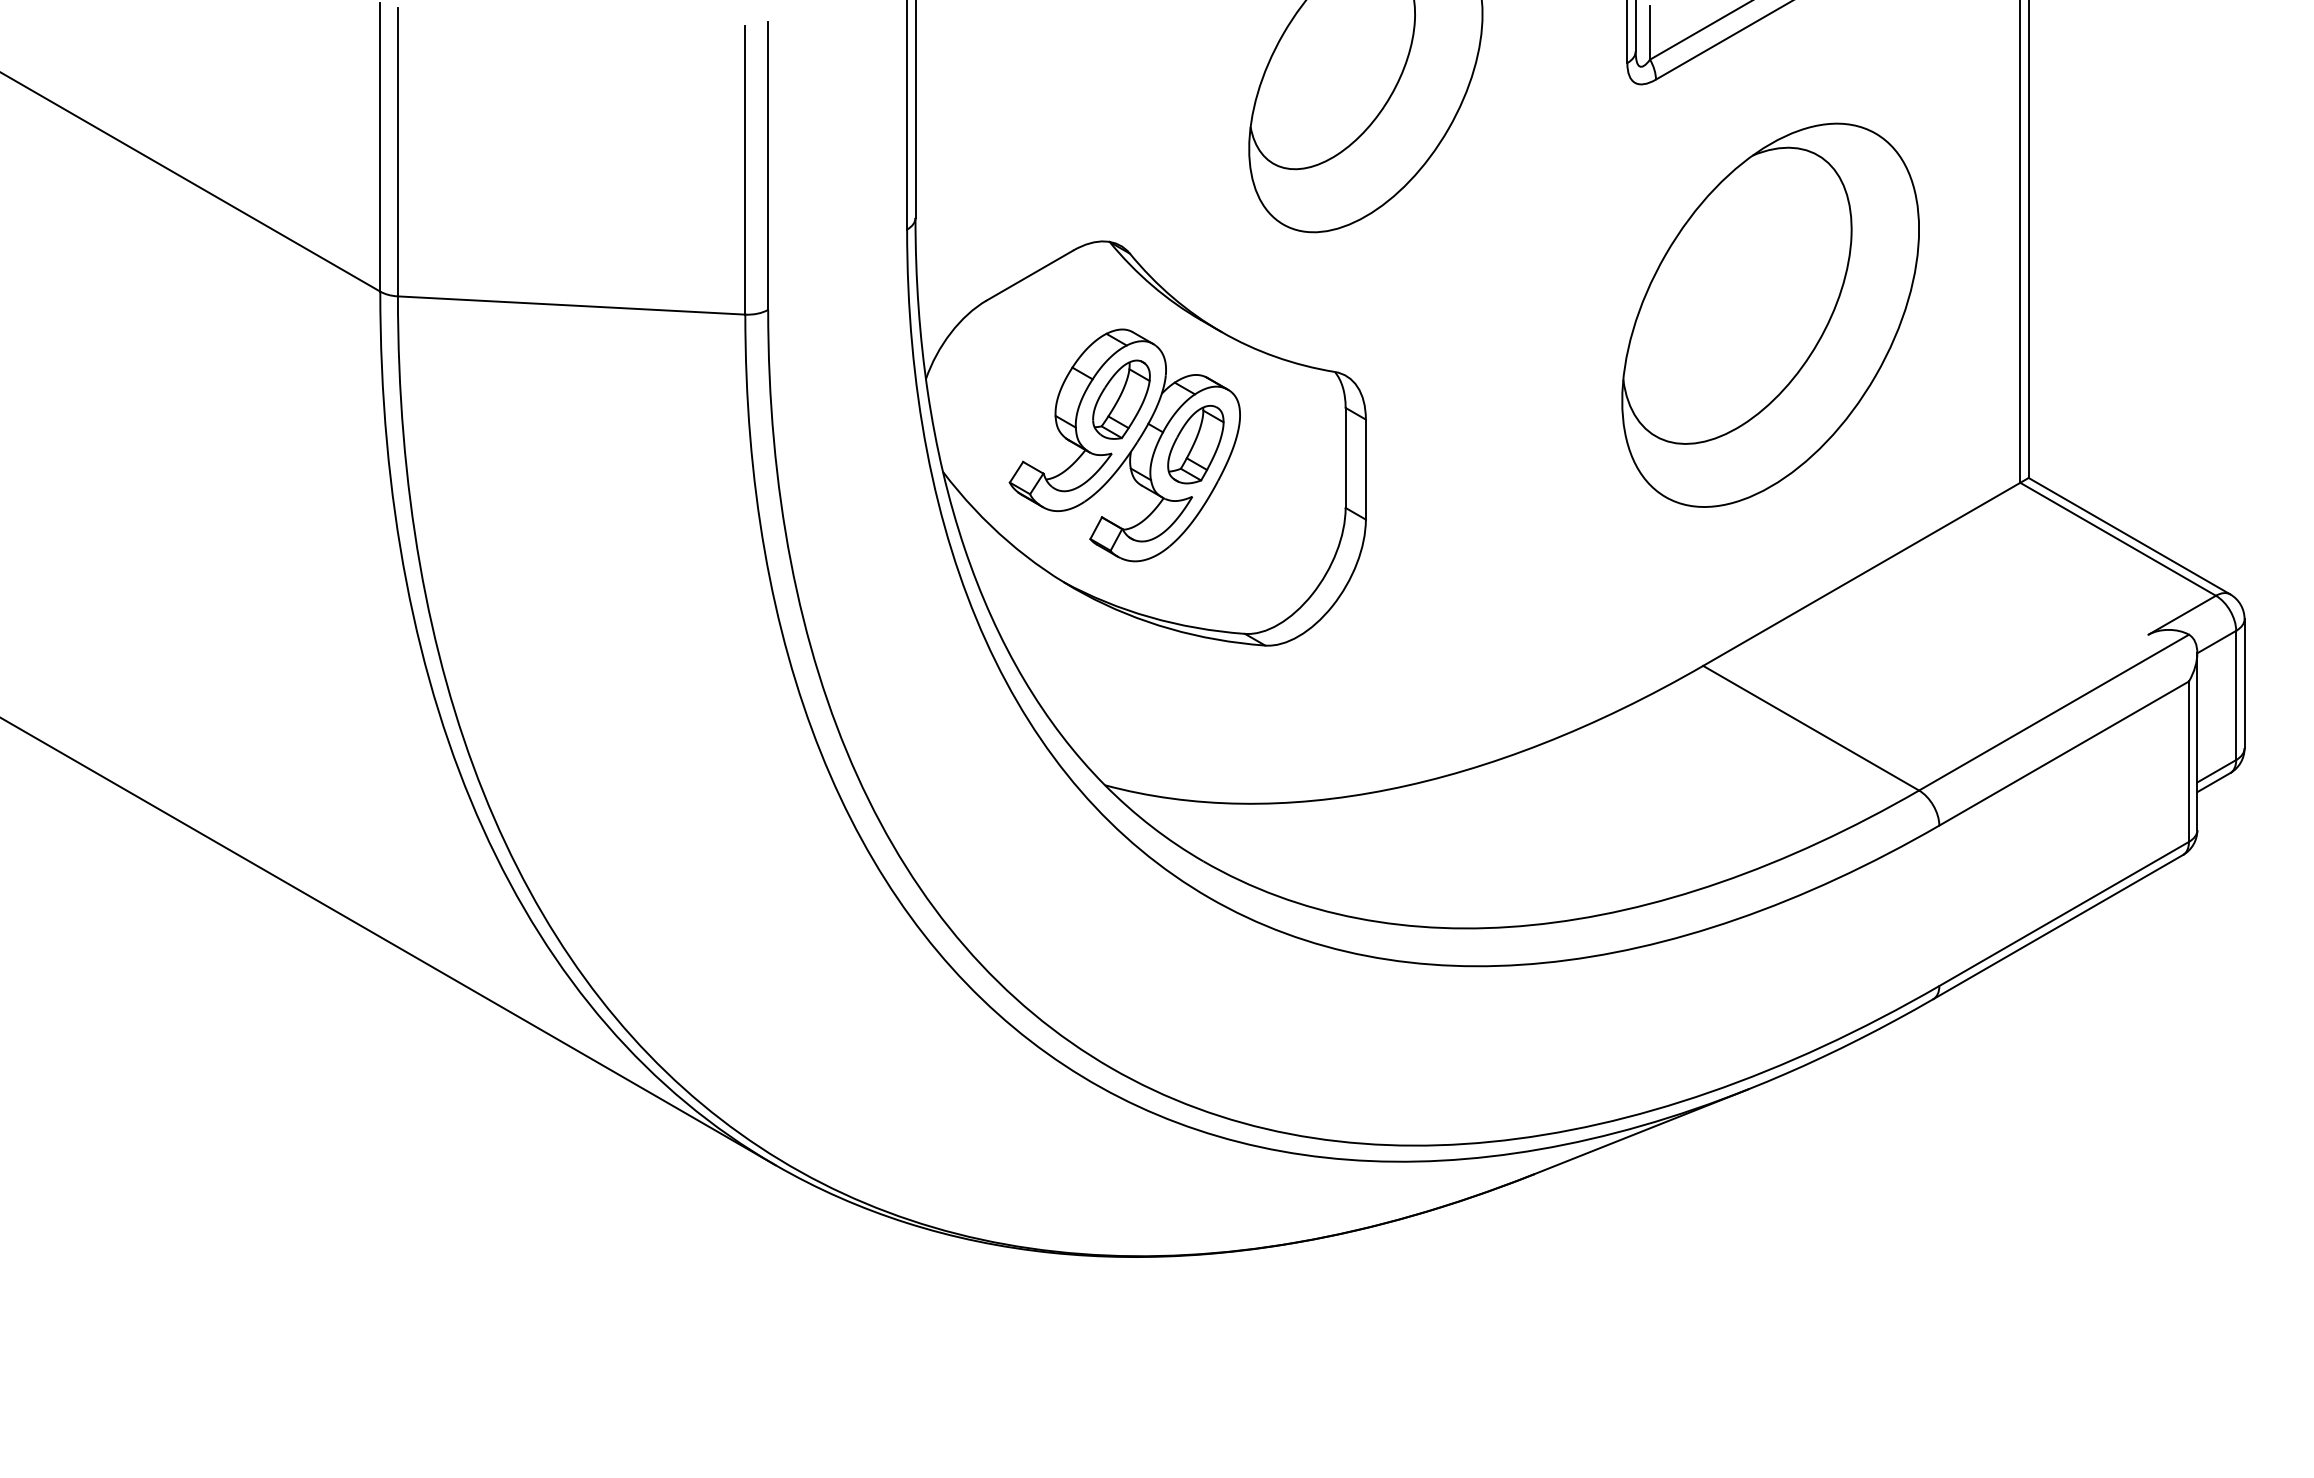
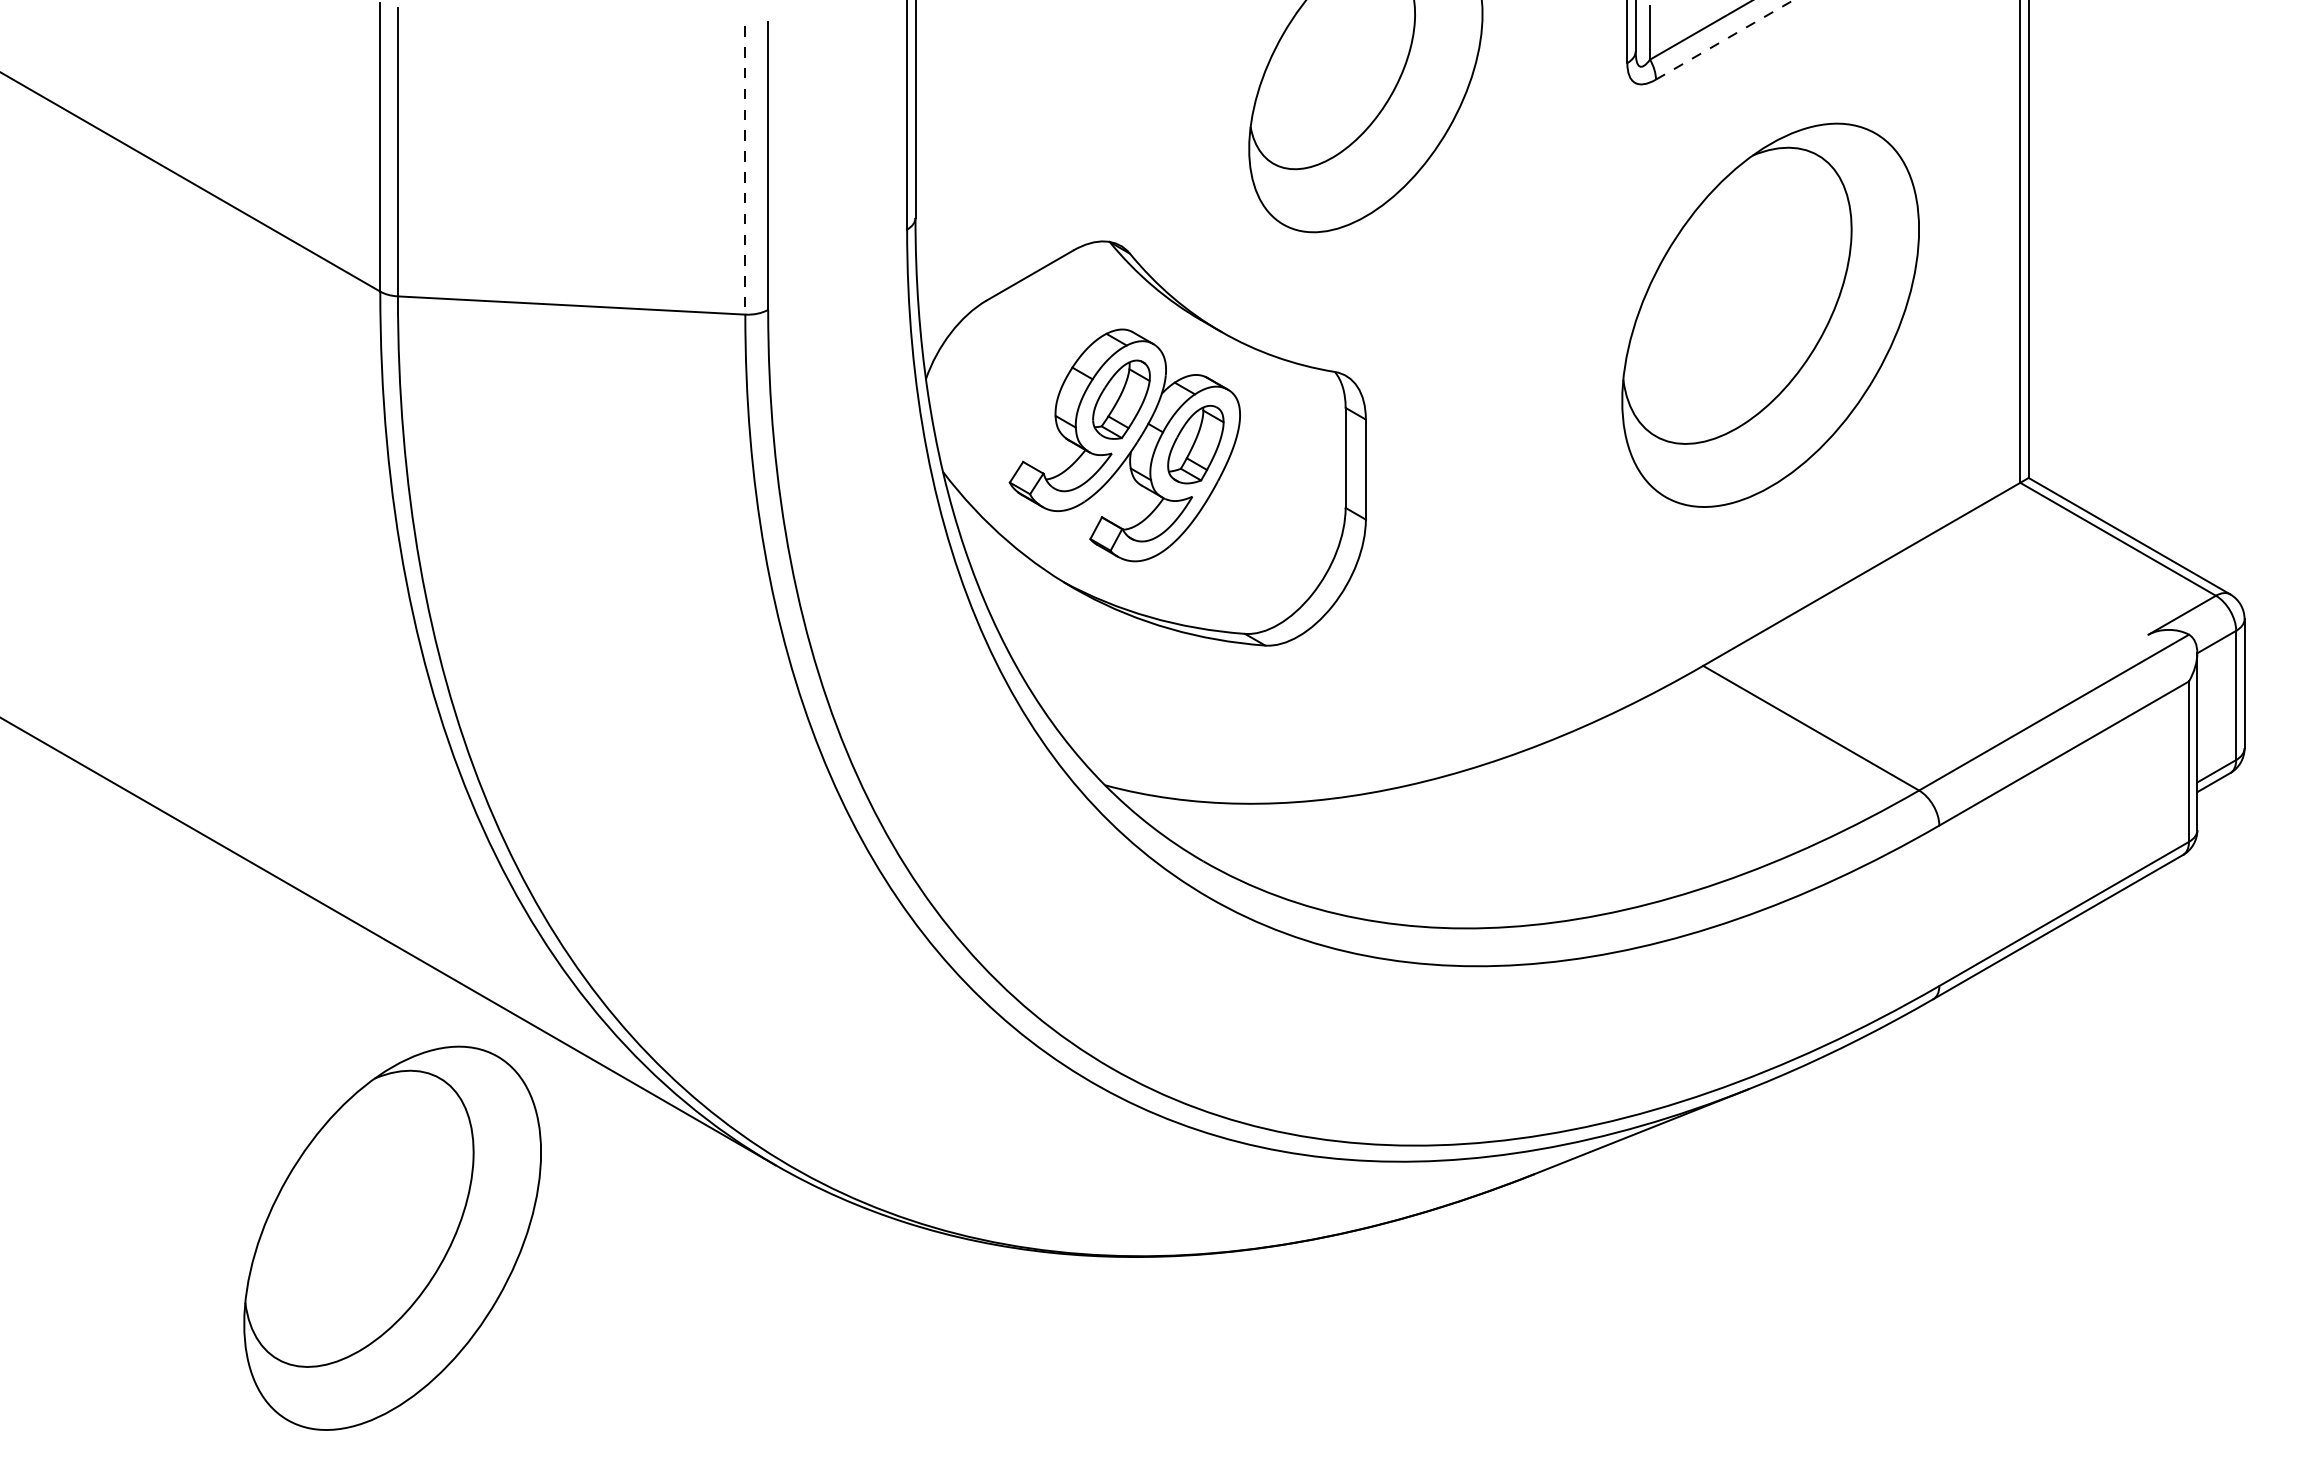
line at (1725, 39): solid -> dashed
line at (745, 171): solid -> dashed
part at (392, 1237): none -> present
